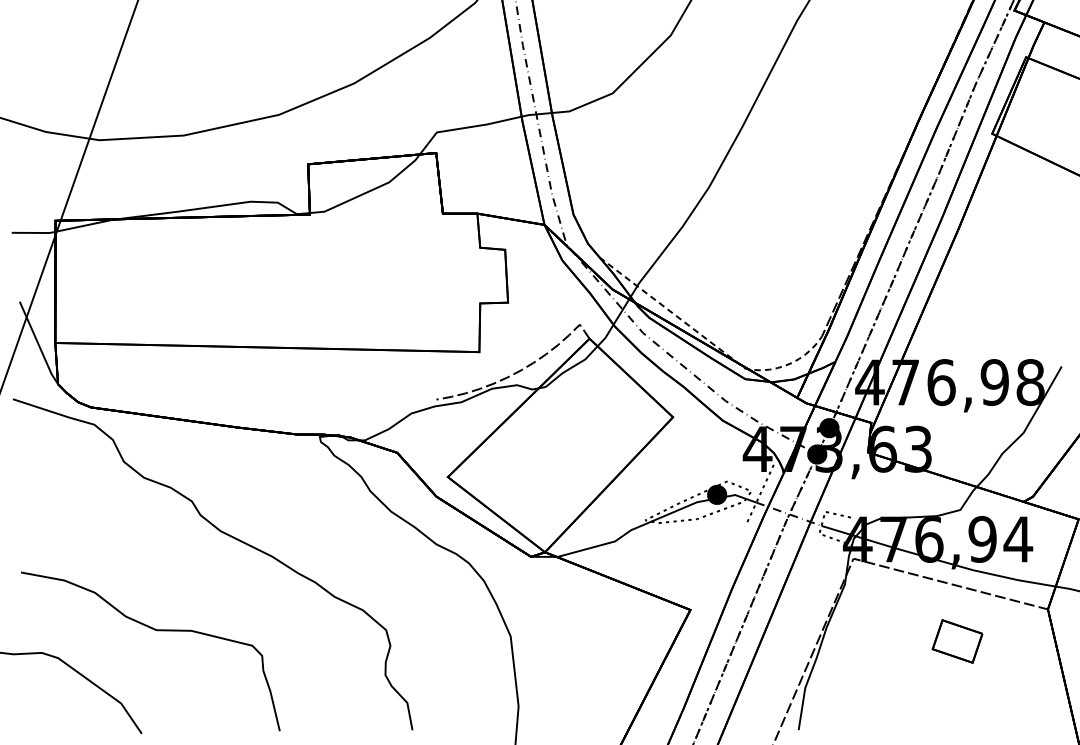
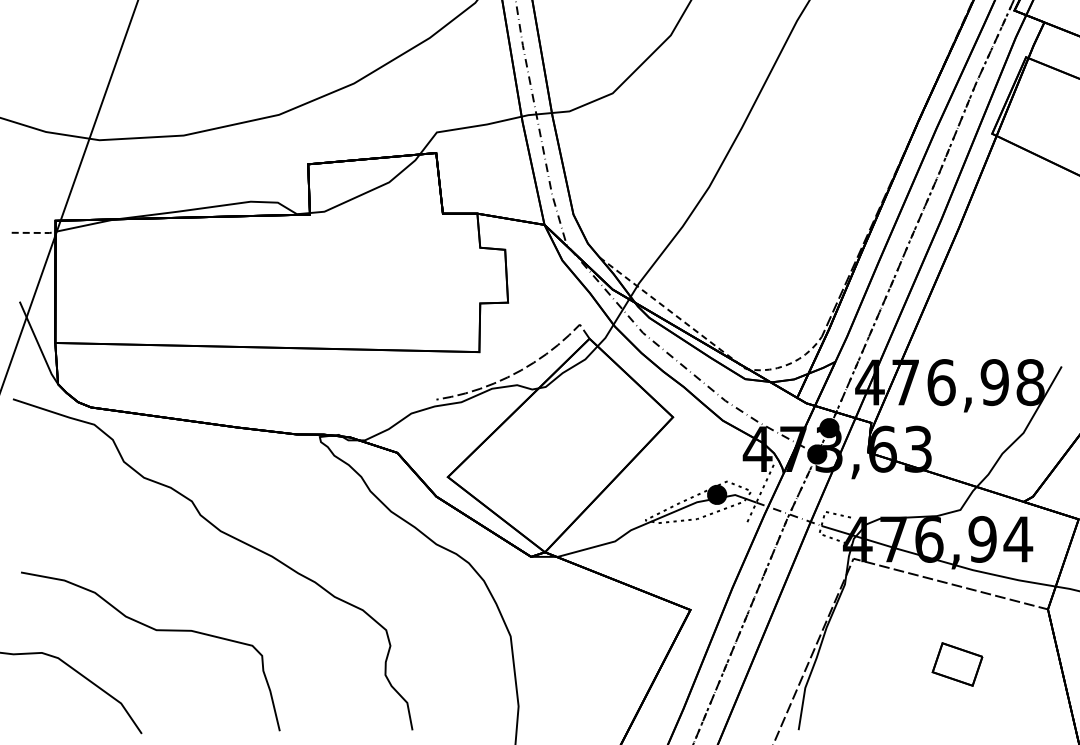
line at (34, 232): solid -> dashed
part at (957, 641) position: (957, 641) -> (957, 664)
